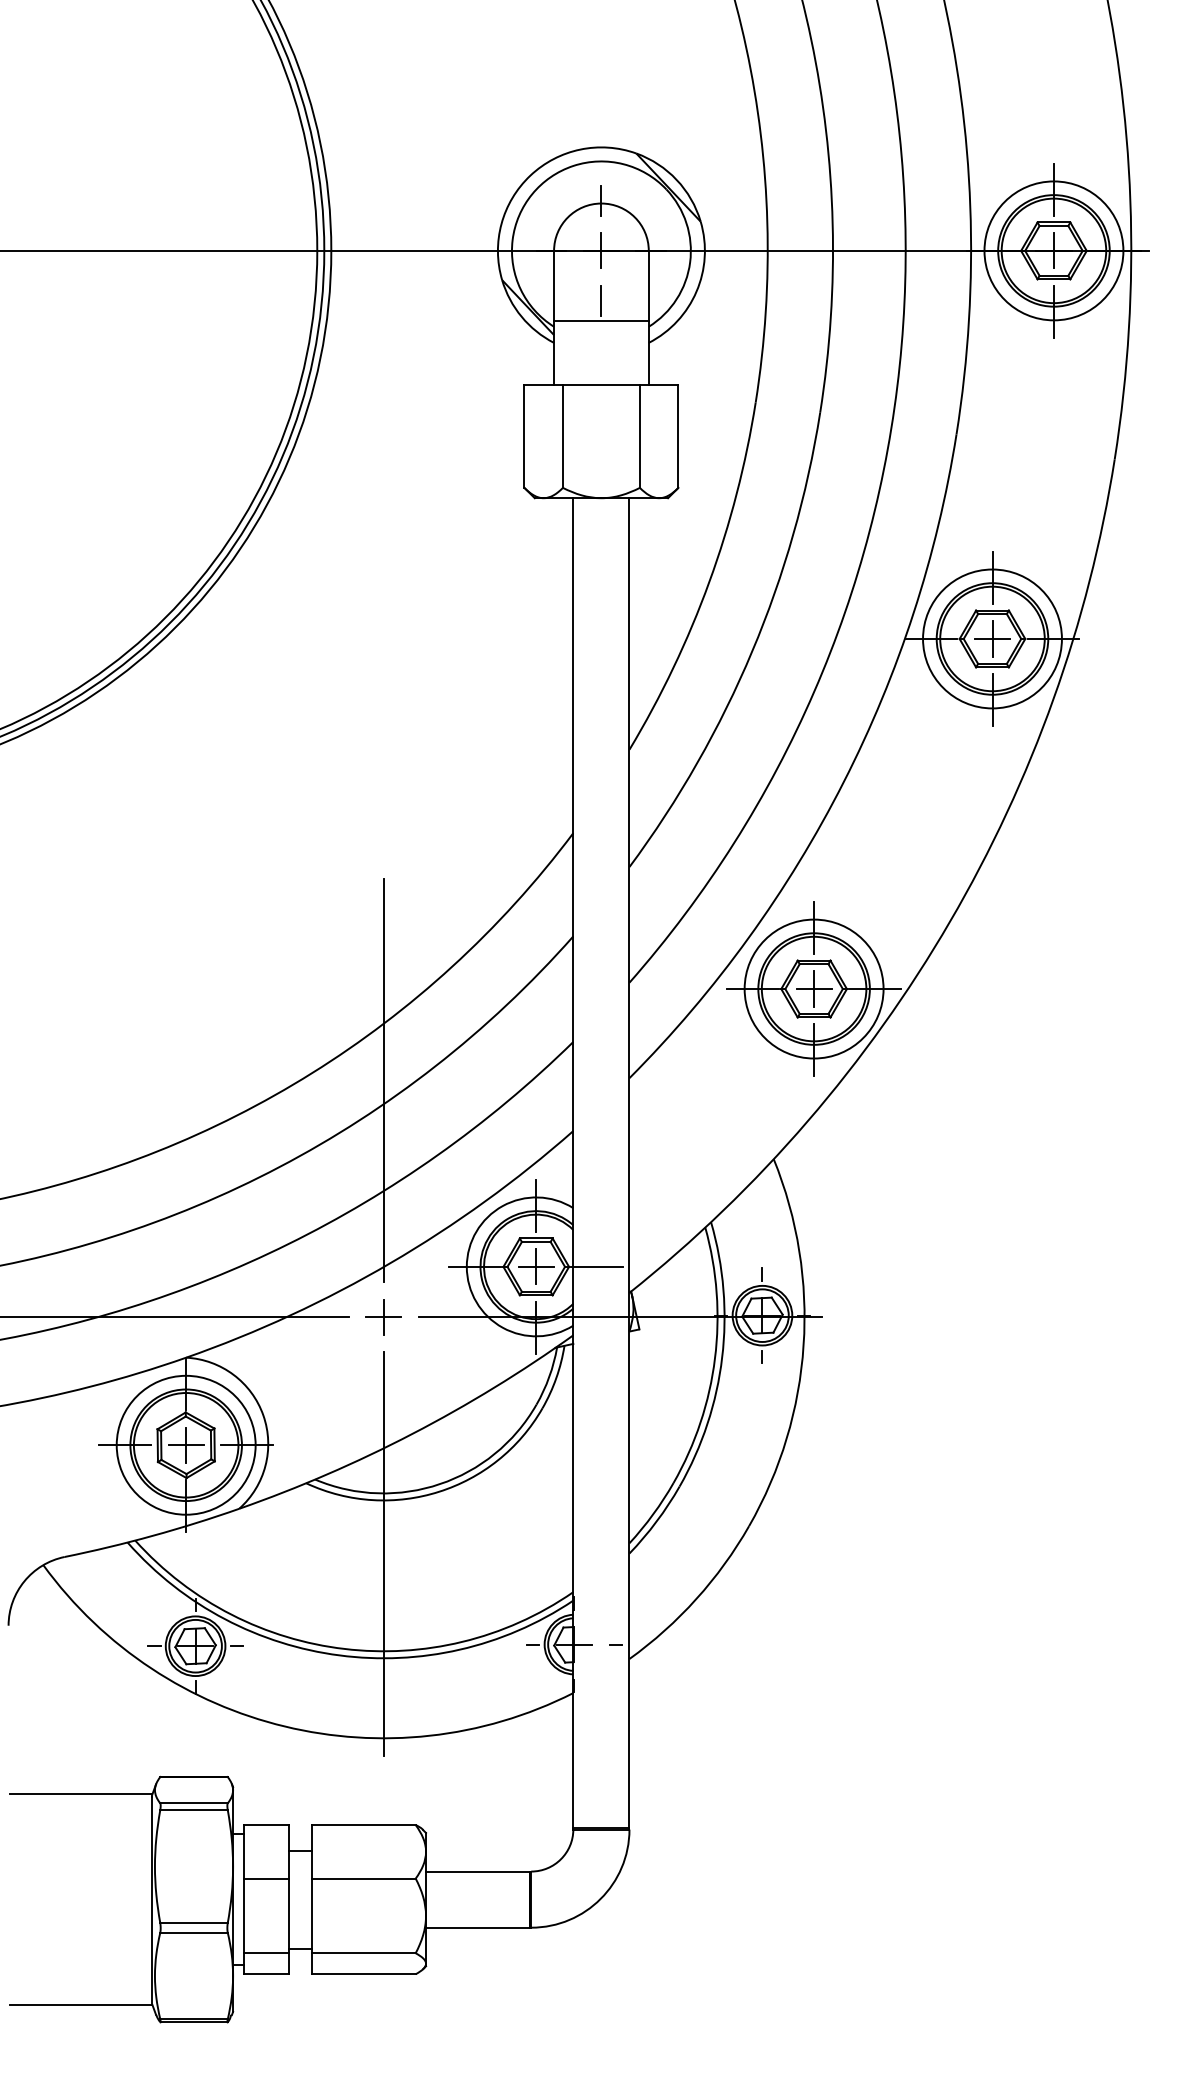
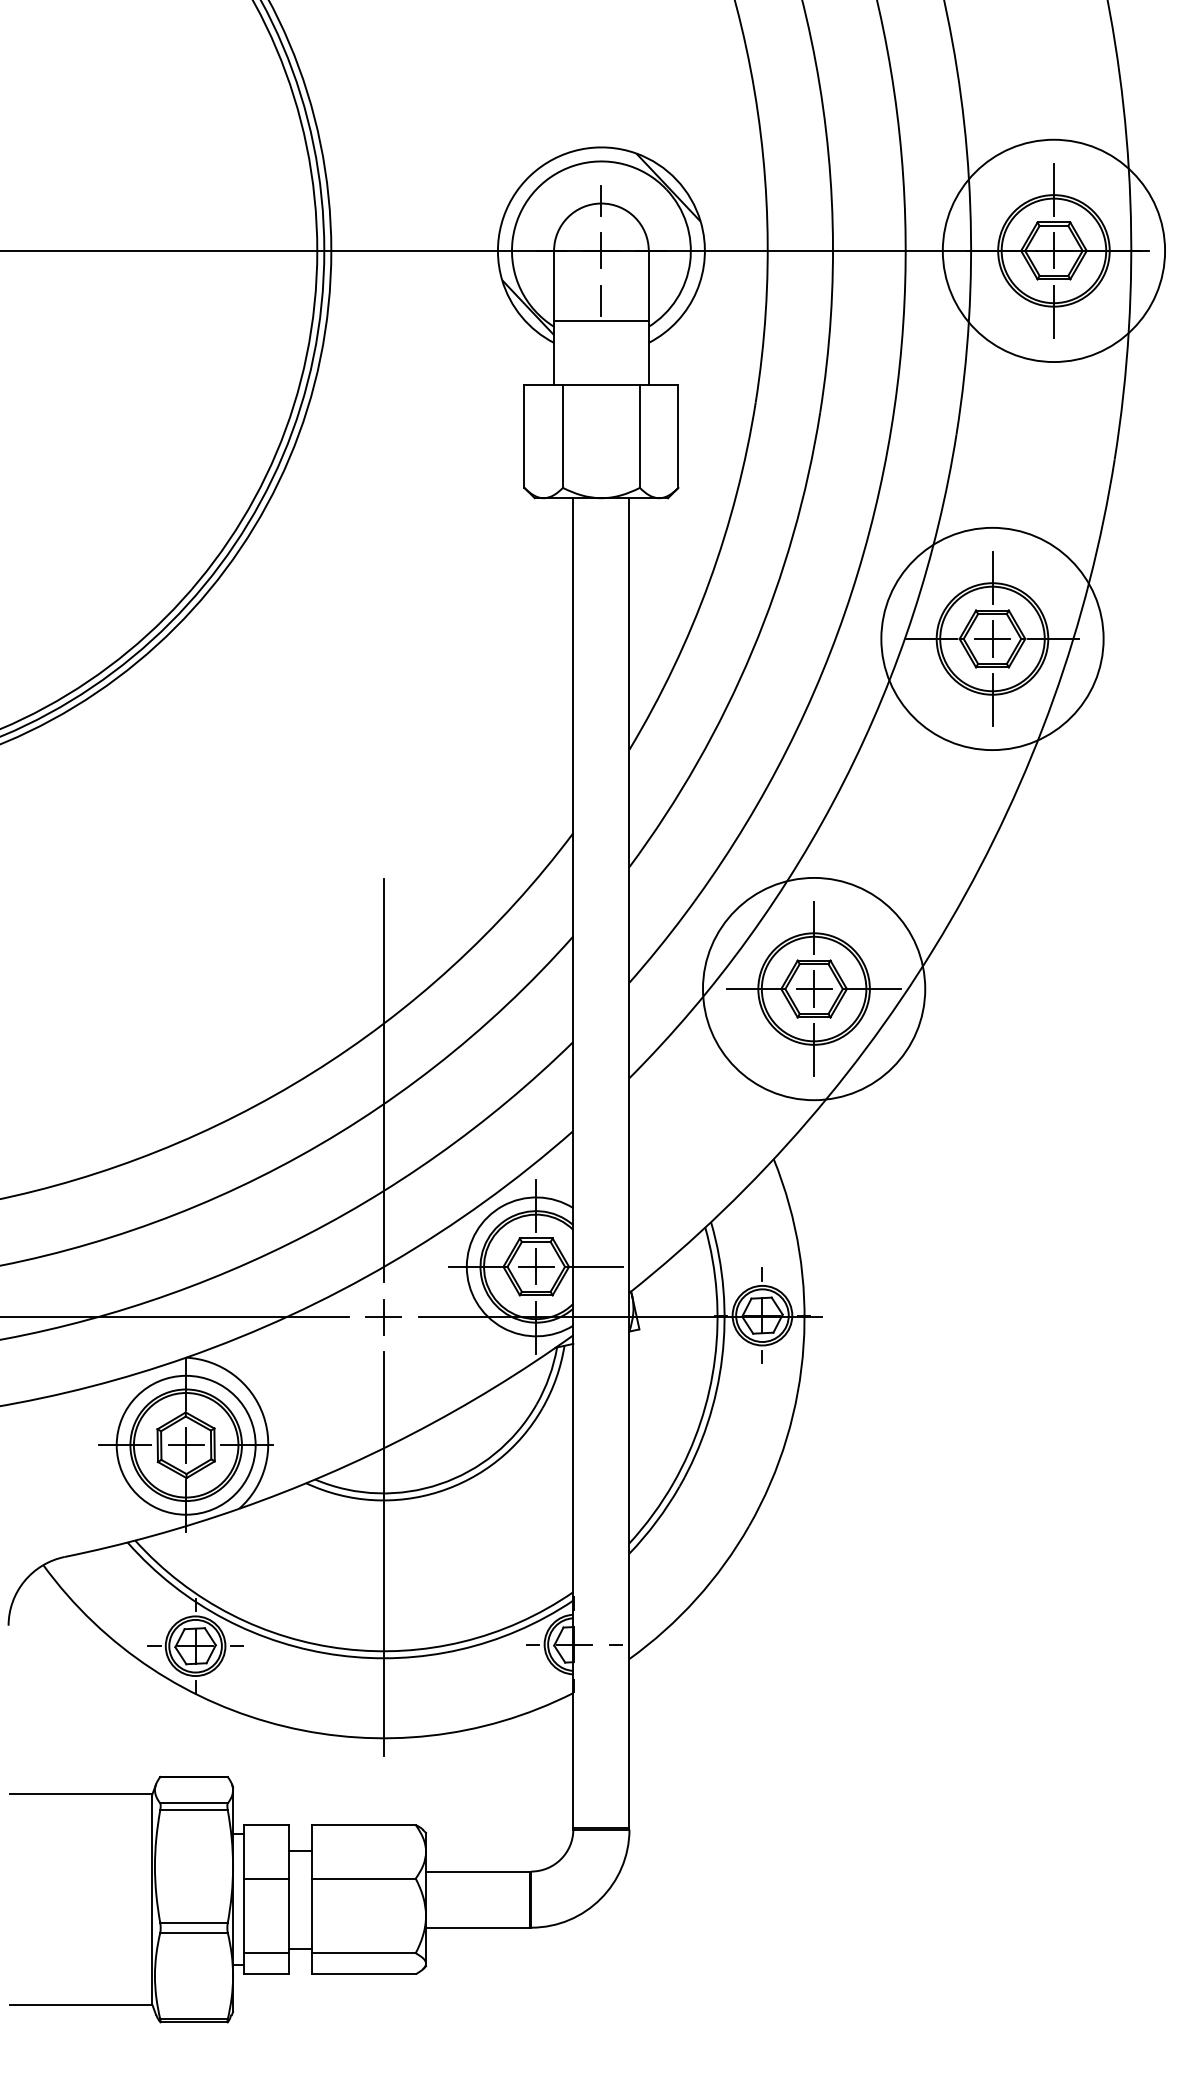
circle at (1053, 250) diameter: 139 px -> 222 px
circle at (992, 638) diameter: 139 px -> 222 px
circle at (813, 988) diameter: 139 px -> 222 px
